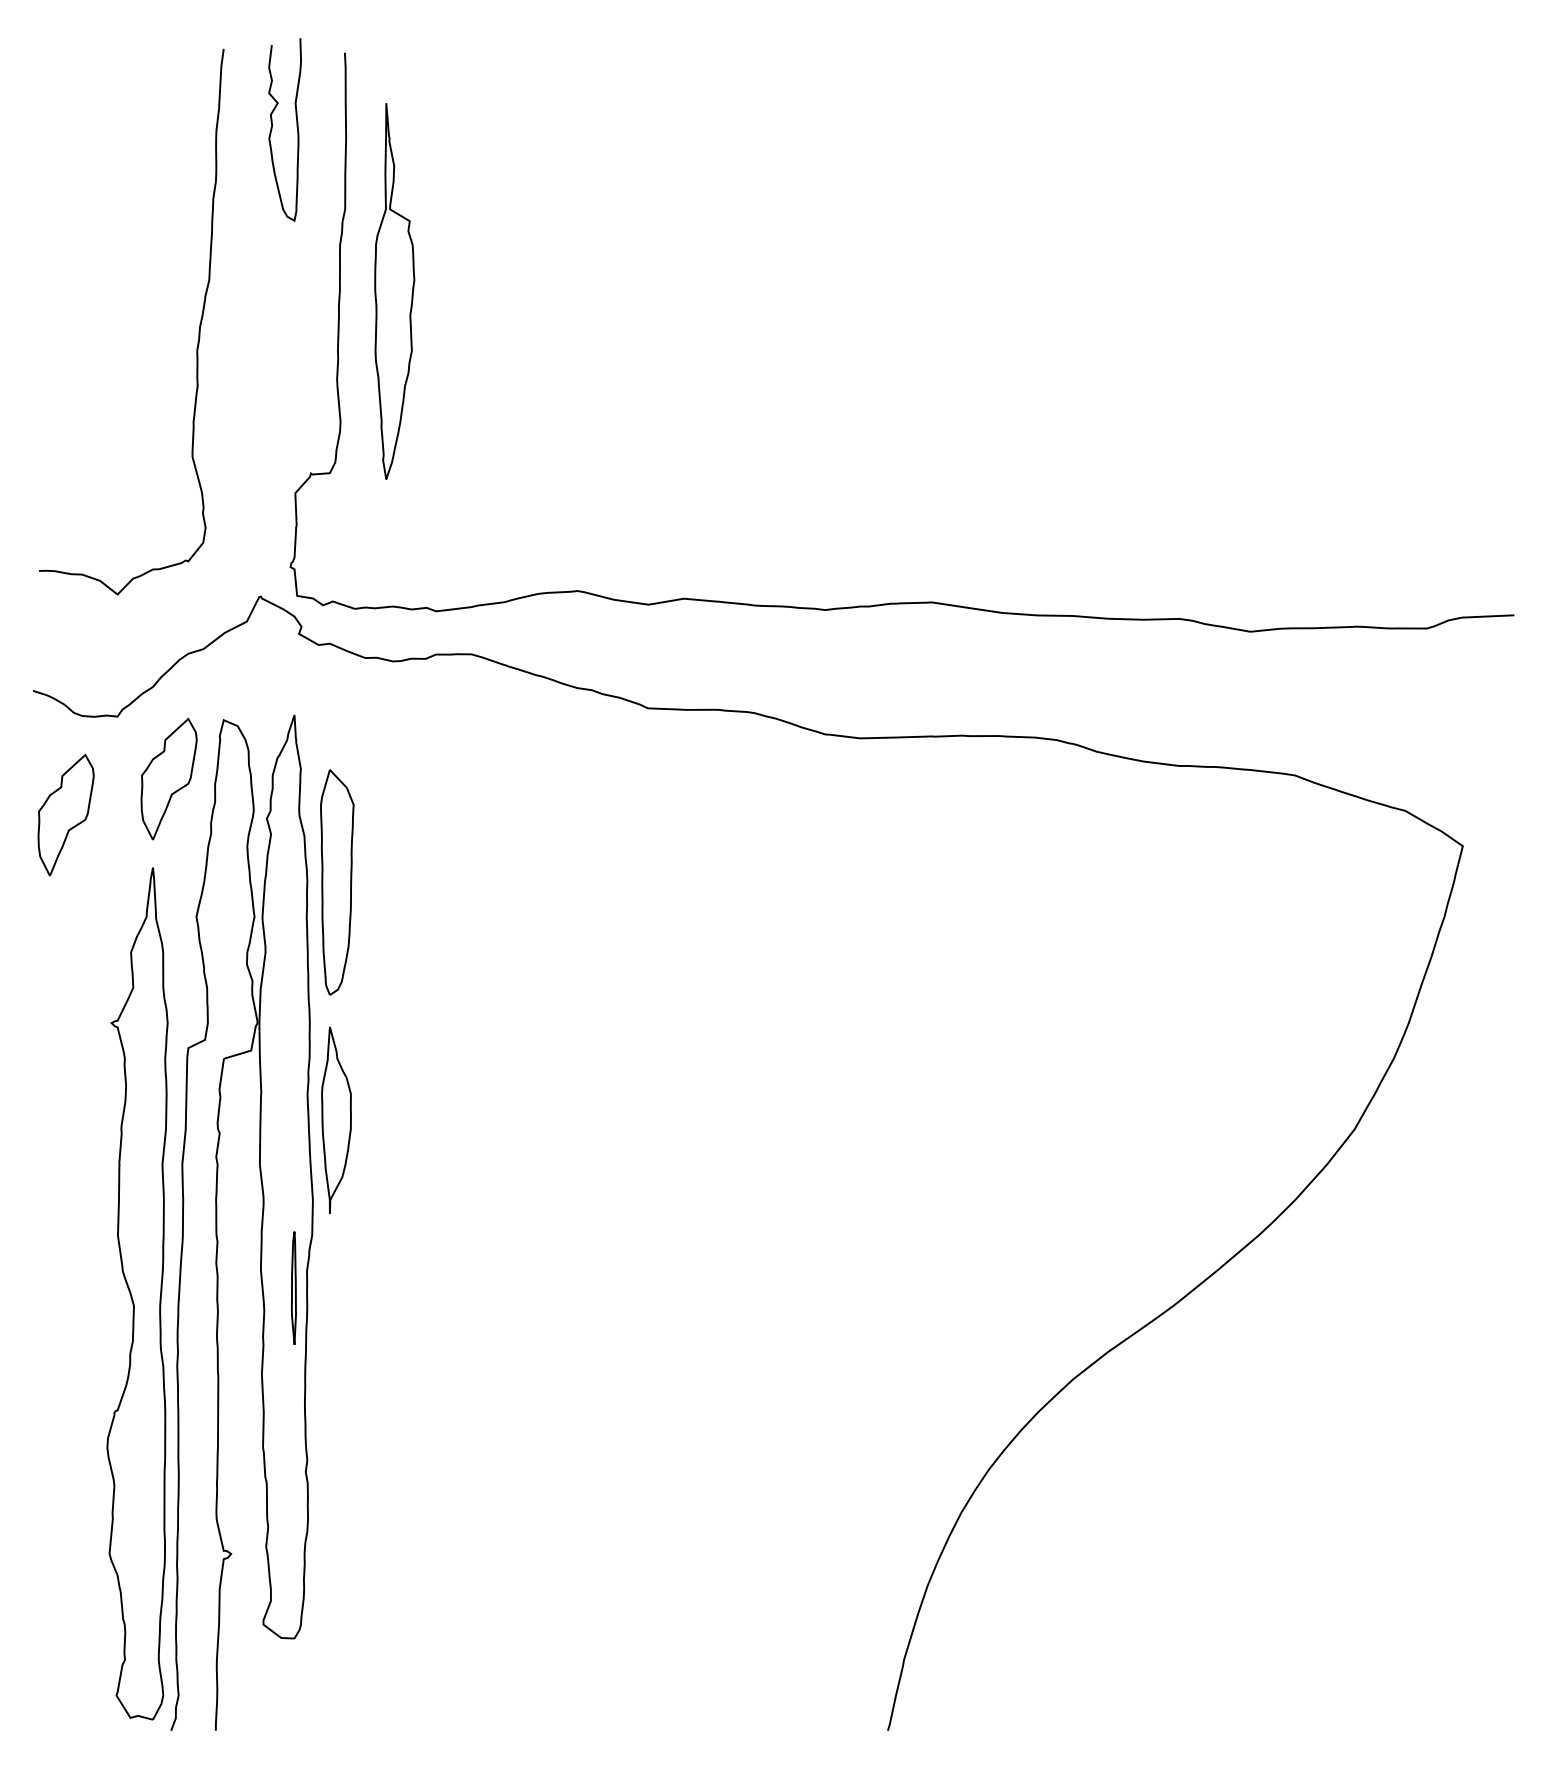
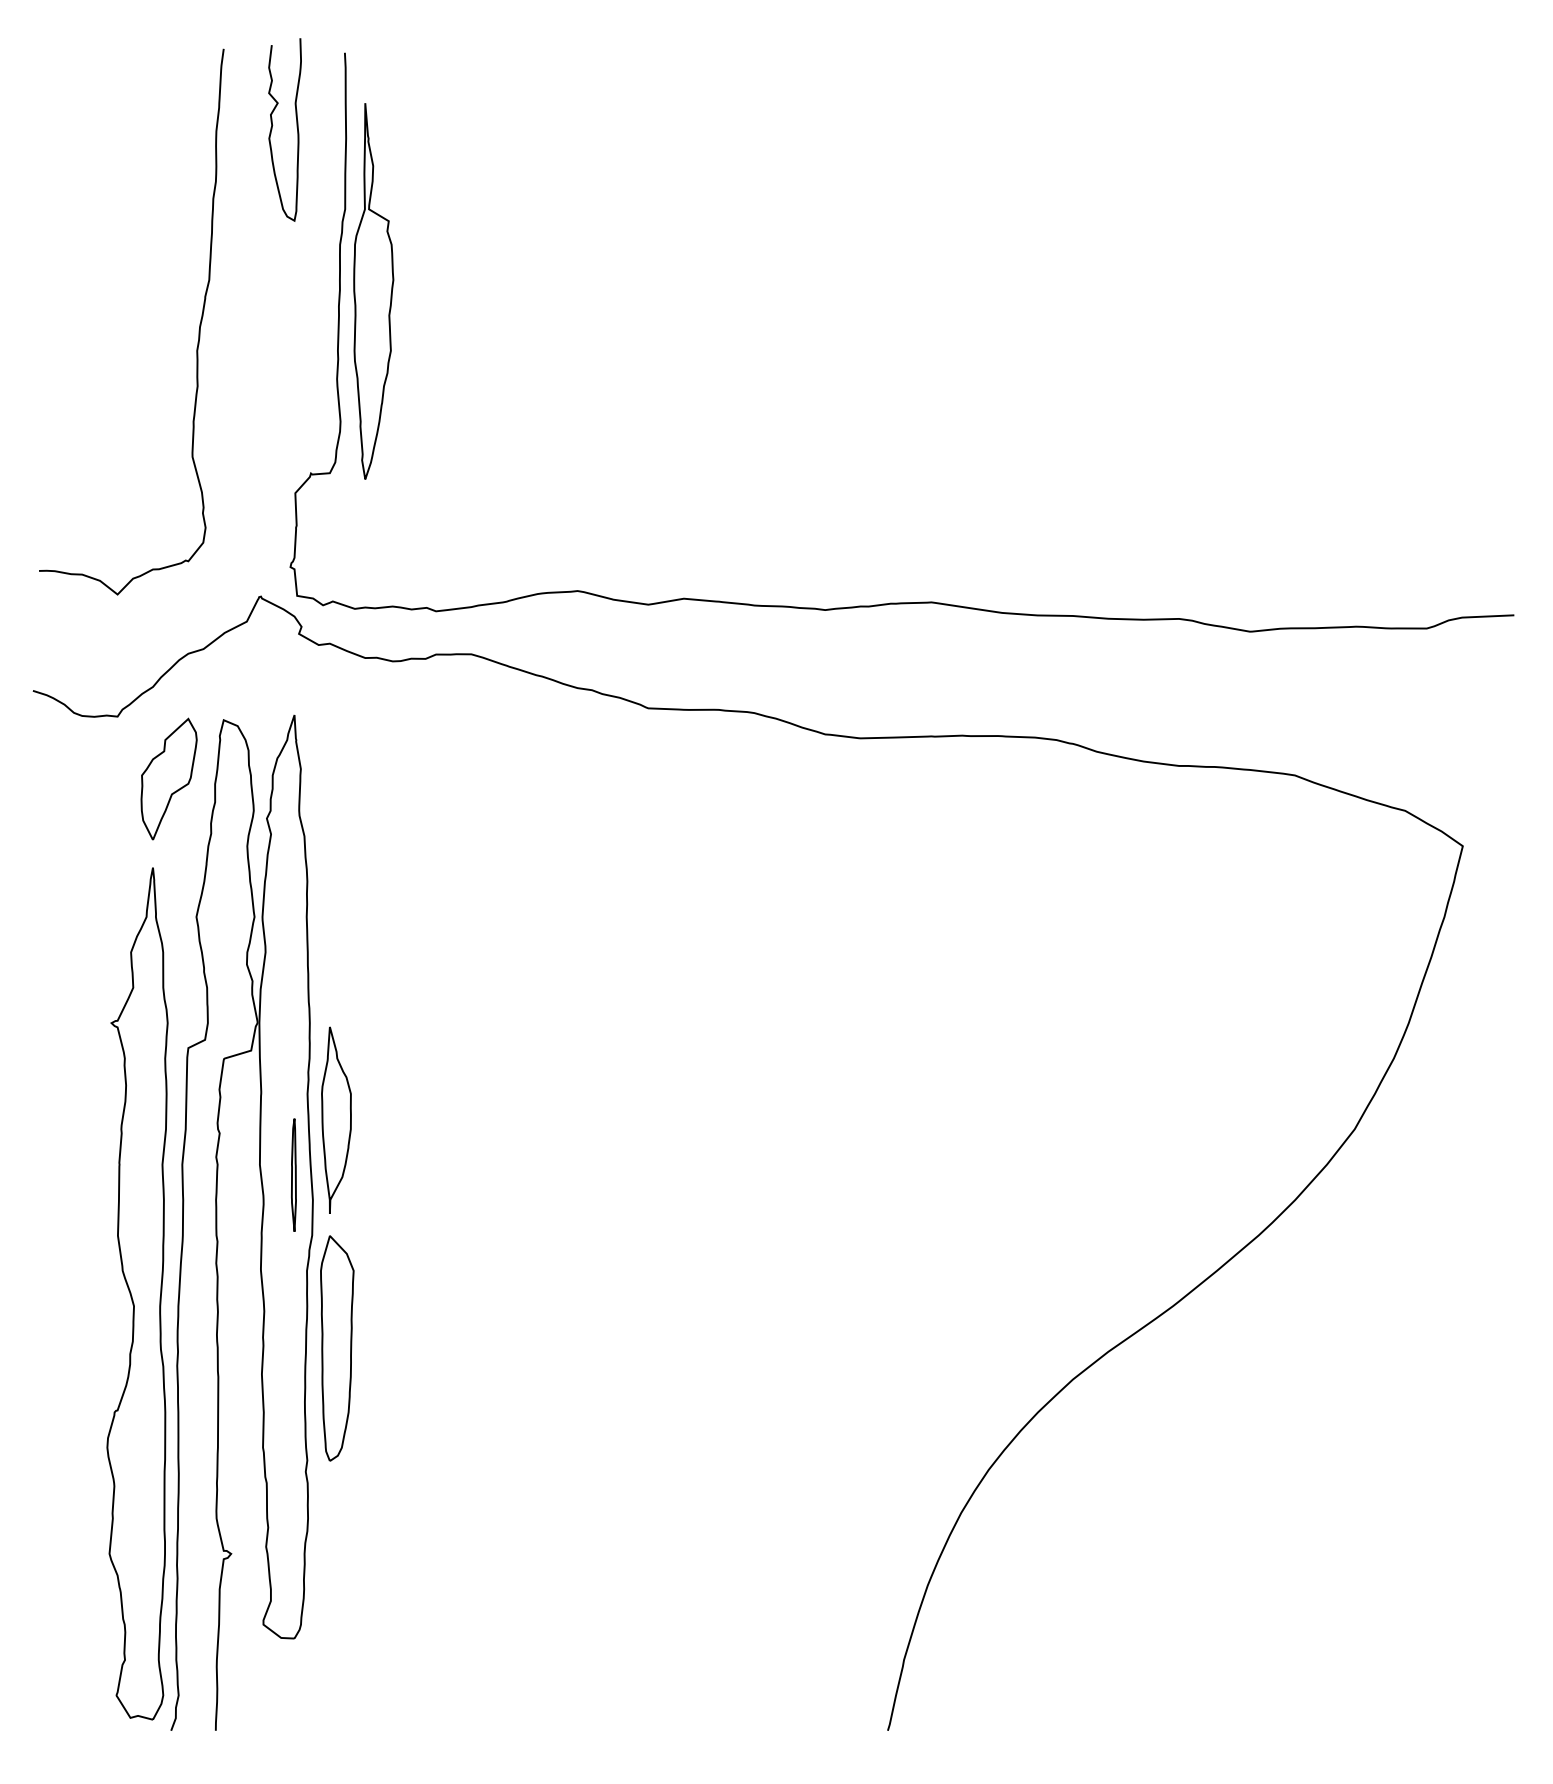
part at (394, 291) position: (394, 291) -> (373, 291)
part at (65, 814): present -> none
part at (337, 882) position: (337, 882) -> (337, 1348)
part at (293, 1287) position: (293, 1287) -> (293, 1174)
